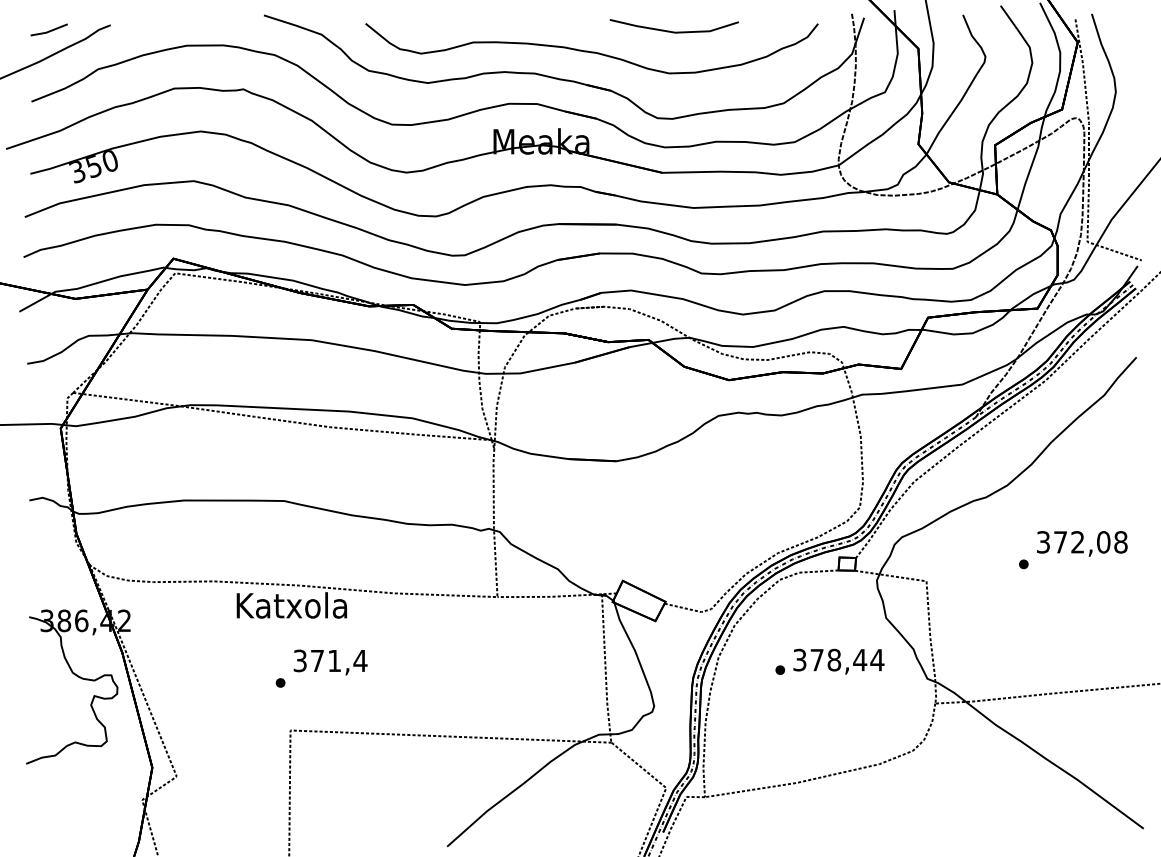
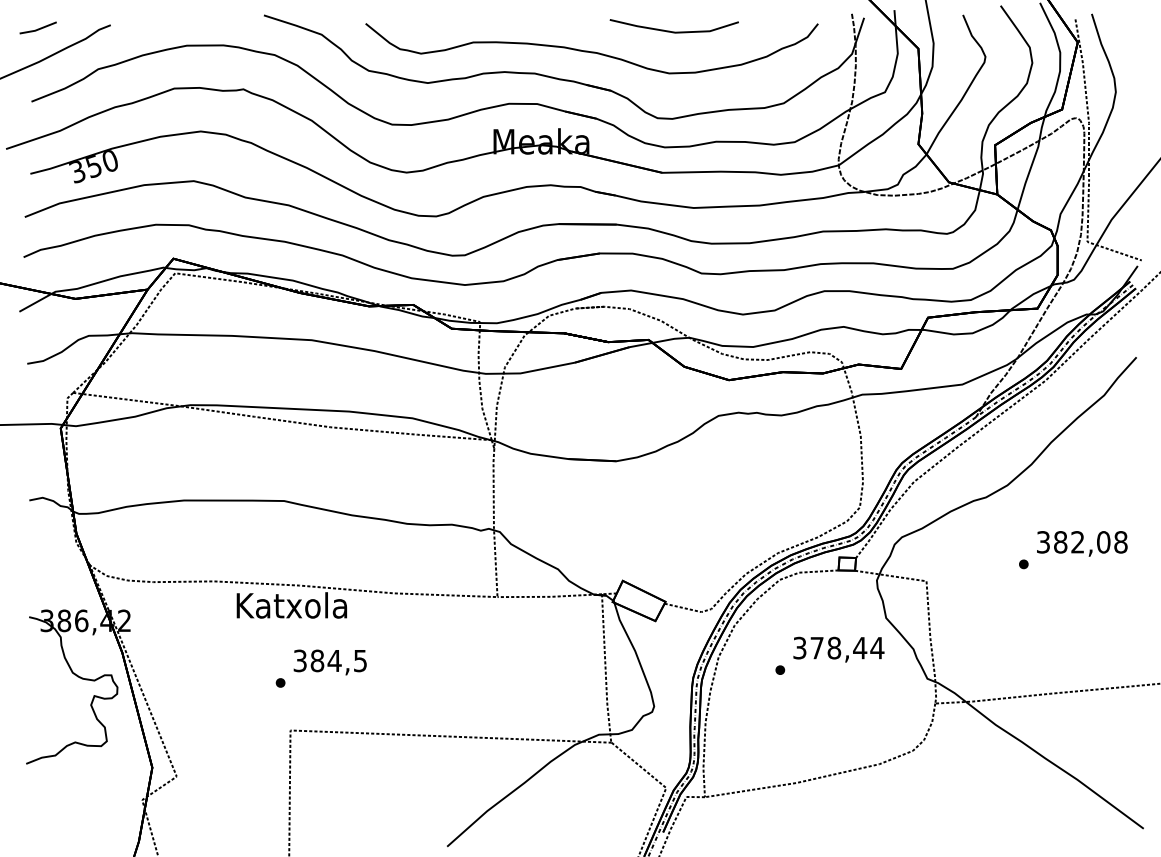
line at (48, 30) position: (48, 30) -> (37, 28)
text at (1060, 542): 372,08 -> 382,08
text at (338, 660): 371,4 -> 384,5
text at (838, 661) position: (838, 661) -> (838, 649)
